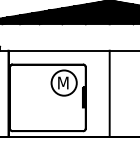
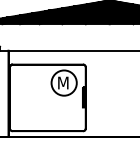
line at (109, 93): present -> none
